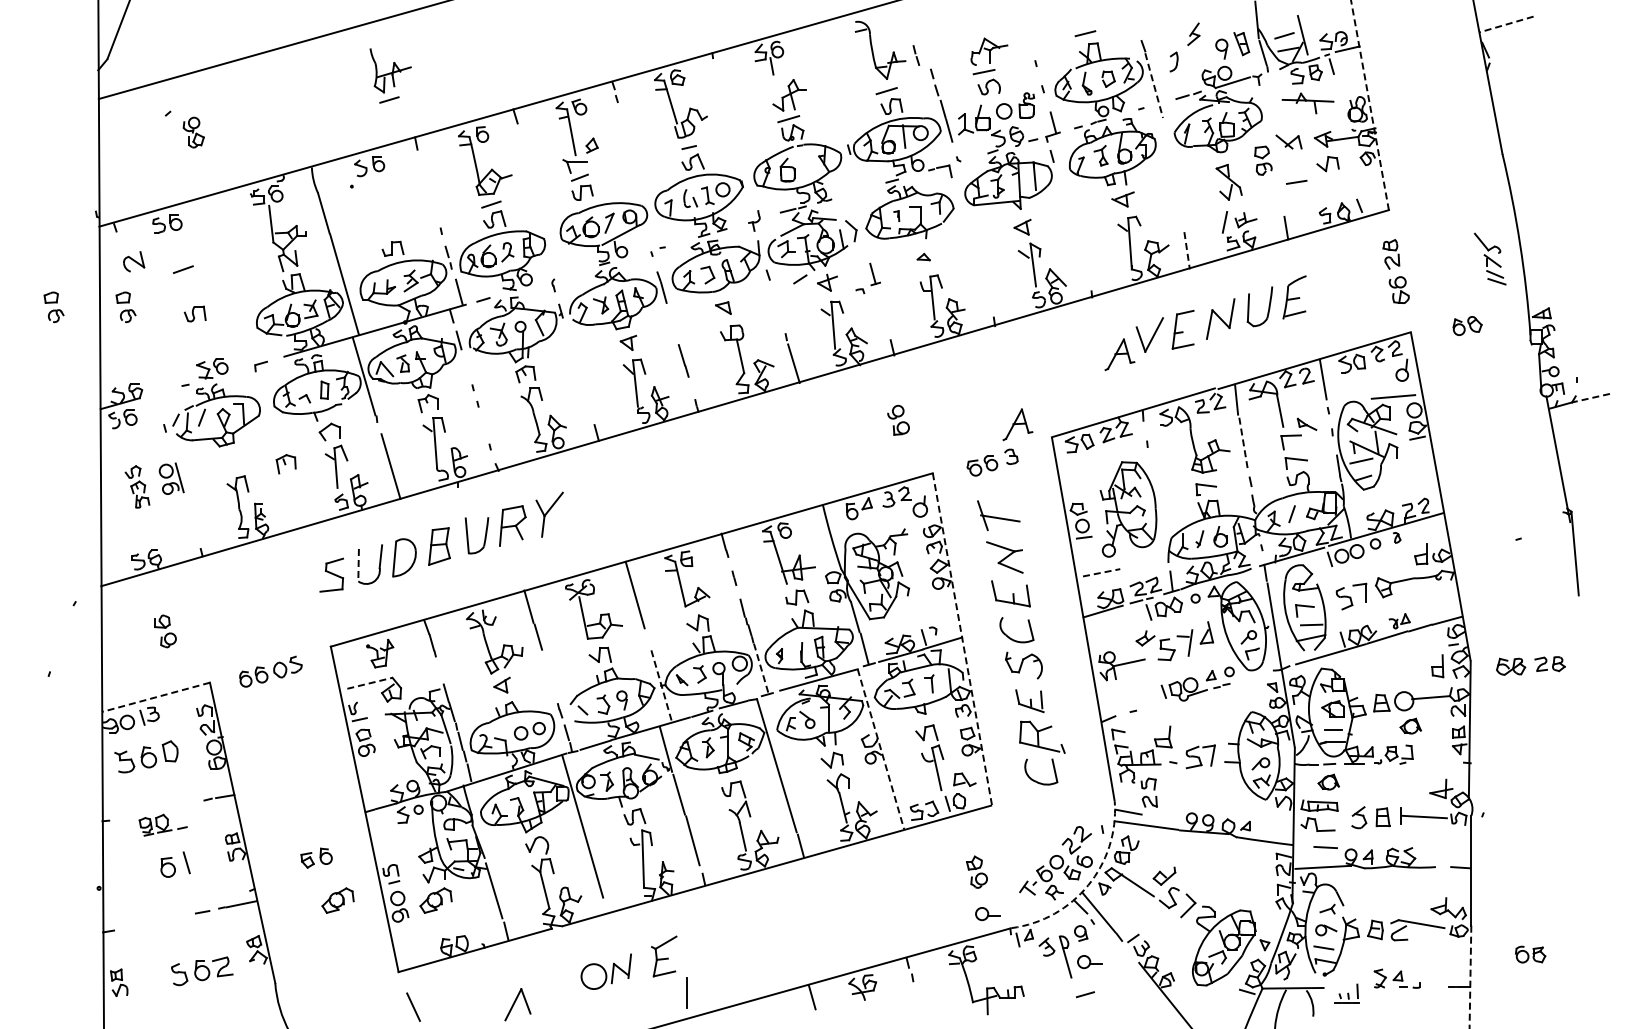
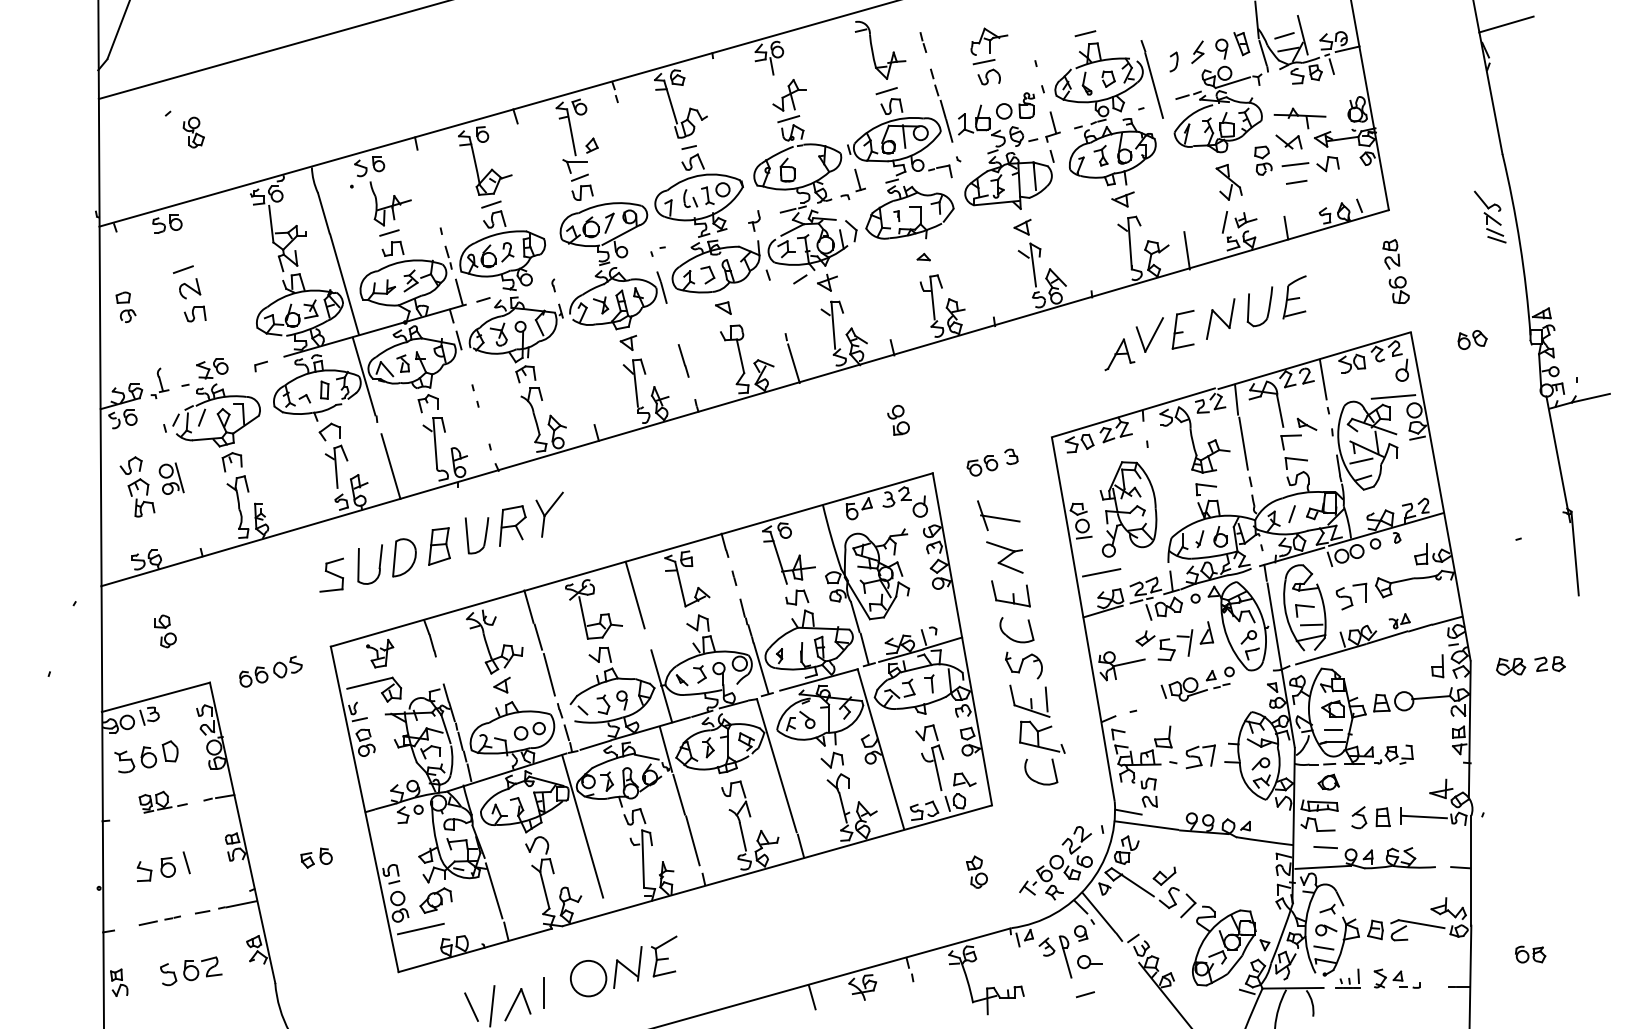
line at (1505, 24): dashed -> solid
part at (1193, 34) position: (1193, 34) -> (1197, 52)
line at (916, 56) position: (916, 56) -> (923, 43)
part at (989, 66) position: (989, 66) -> (989, 56)
part at (390, 75) position: (390, 75) -> (390, 208)
line at (1154, 85): dashed -> solid
part at (1307, 103) position: (1307, 103) -> (1299, 118)
line at (1370, 105): dashed -> solid
line at (1295, 164): none -> present
line at (1187, 250): dashed -> solid
part at (1489, 258) position: (1489, 258) -> (1489, 216)
part at (134, 261) position: (134, 261) -> (190, 288)
part at (867, 278) position: (867, 278) -> (852, 184)
part at (53, 307): present -> none
part at (1467, 325) position: (1467, 325) -> (1472, 339)
part at (159, 383): none -> present
line at (1590, 398): dashed -> solid
part at (1017, 424): present -> none
line at (1243, 444): dashed -> solid
part at (285, 464) position: (285, 464) -> (231, 462)
part at (137, 486) size: 27x44 px -> 37x62 px
line at (358, 565): dashed -> solid
line at (1101, 572): dashed -> solid
line at (962, 639): dashed -> solid
line at (761, 669): dashed -> solid
line at (548, 674): none -> present
line at (370, 683): dashed -> solid
line at (661, 686): dashed -> solid
line at (155, 697): dashed -> solid
part at (1029, 700) size: 30x24 px -> 42x34 px
part at (1410, 725): present -> none
line at (881, 749): dashed -> solid
part at (162, 824) position: (162, 824) -> (162, 801)
part at (144, 871): none -> present
arc at (1088, 885): dashed -> solid
part at (337, 900): present -> none
part at (987, 914): present -> none
line at (157, 920): none -> present
line at (420, 928): none -> present
part at (202, 971) position: (202, 971) -> (191, 971)
part at (605, 971) size: 52x37 px -> 73x52 px
line at (1470, 977): dashed -> solid
line at (686, 992) position: (686, 992) -> (543, 992)
part at (1346, 993) position: (1346, 993) -> (1347, 978)
line at (492, 1005): none -> present
line at (413, 1006) position: (413, 1006) -> (471, 1006)
